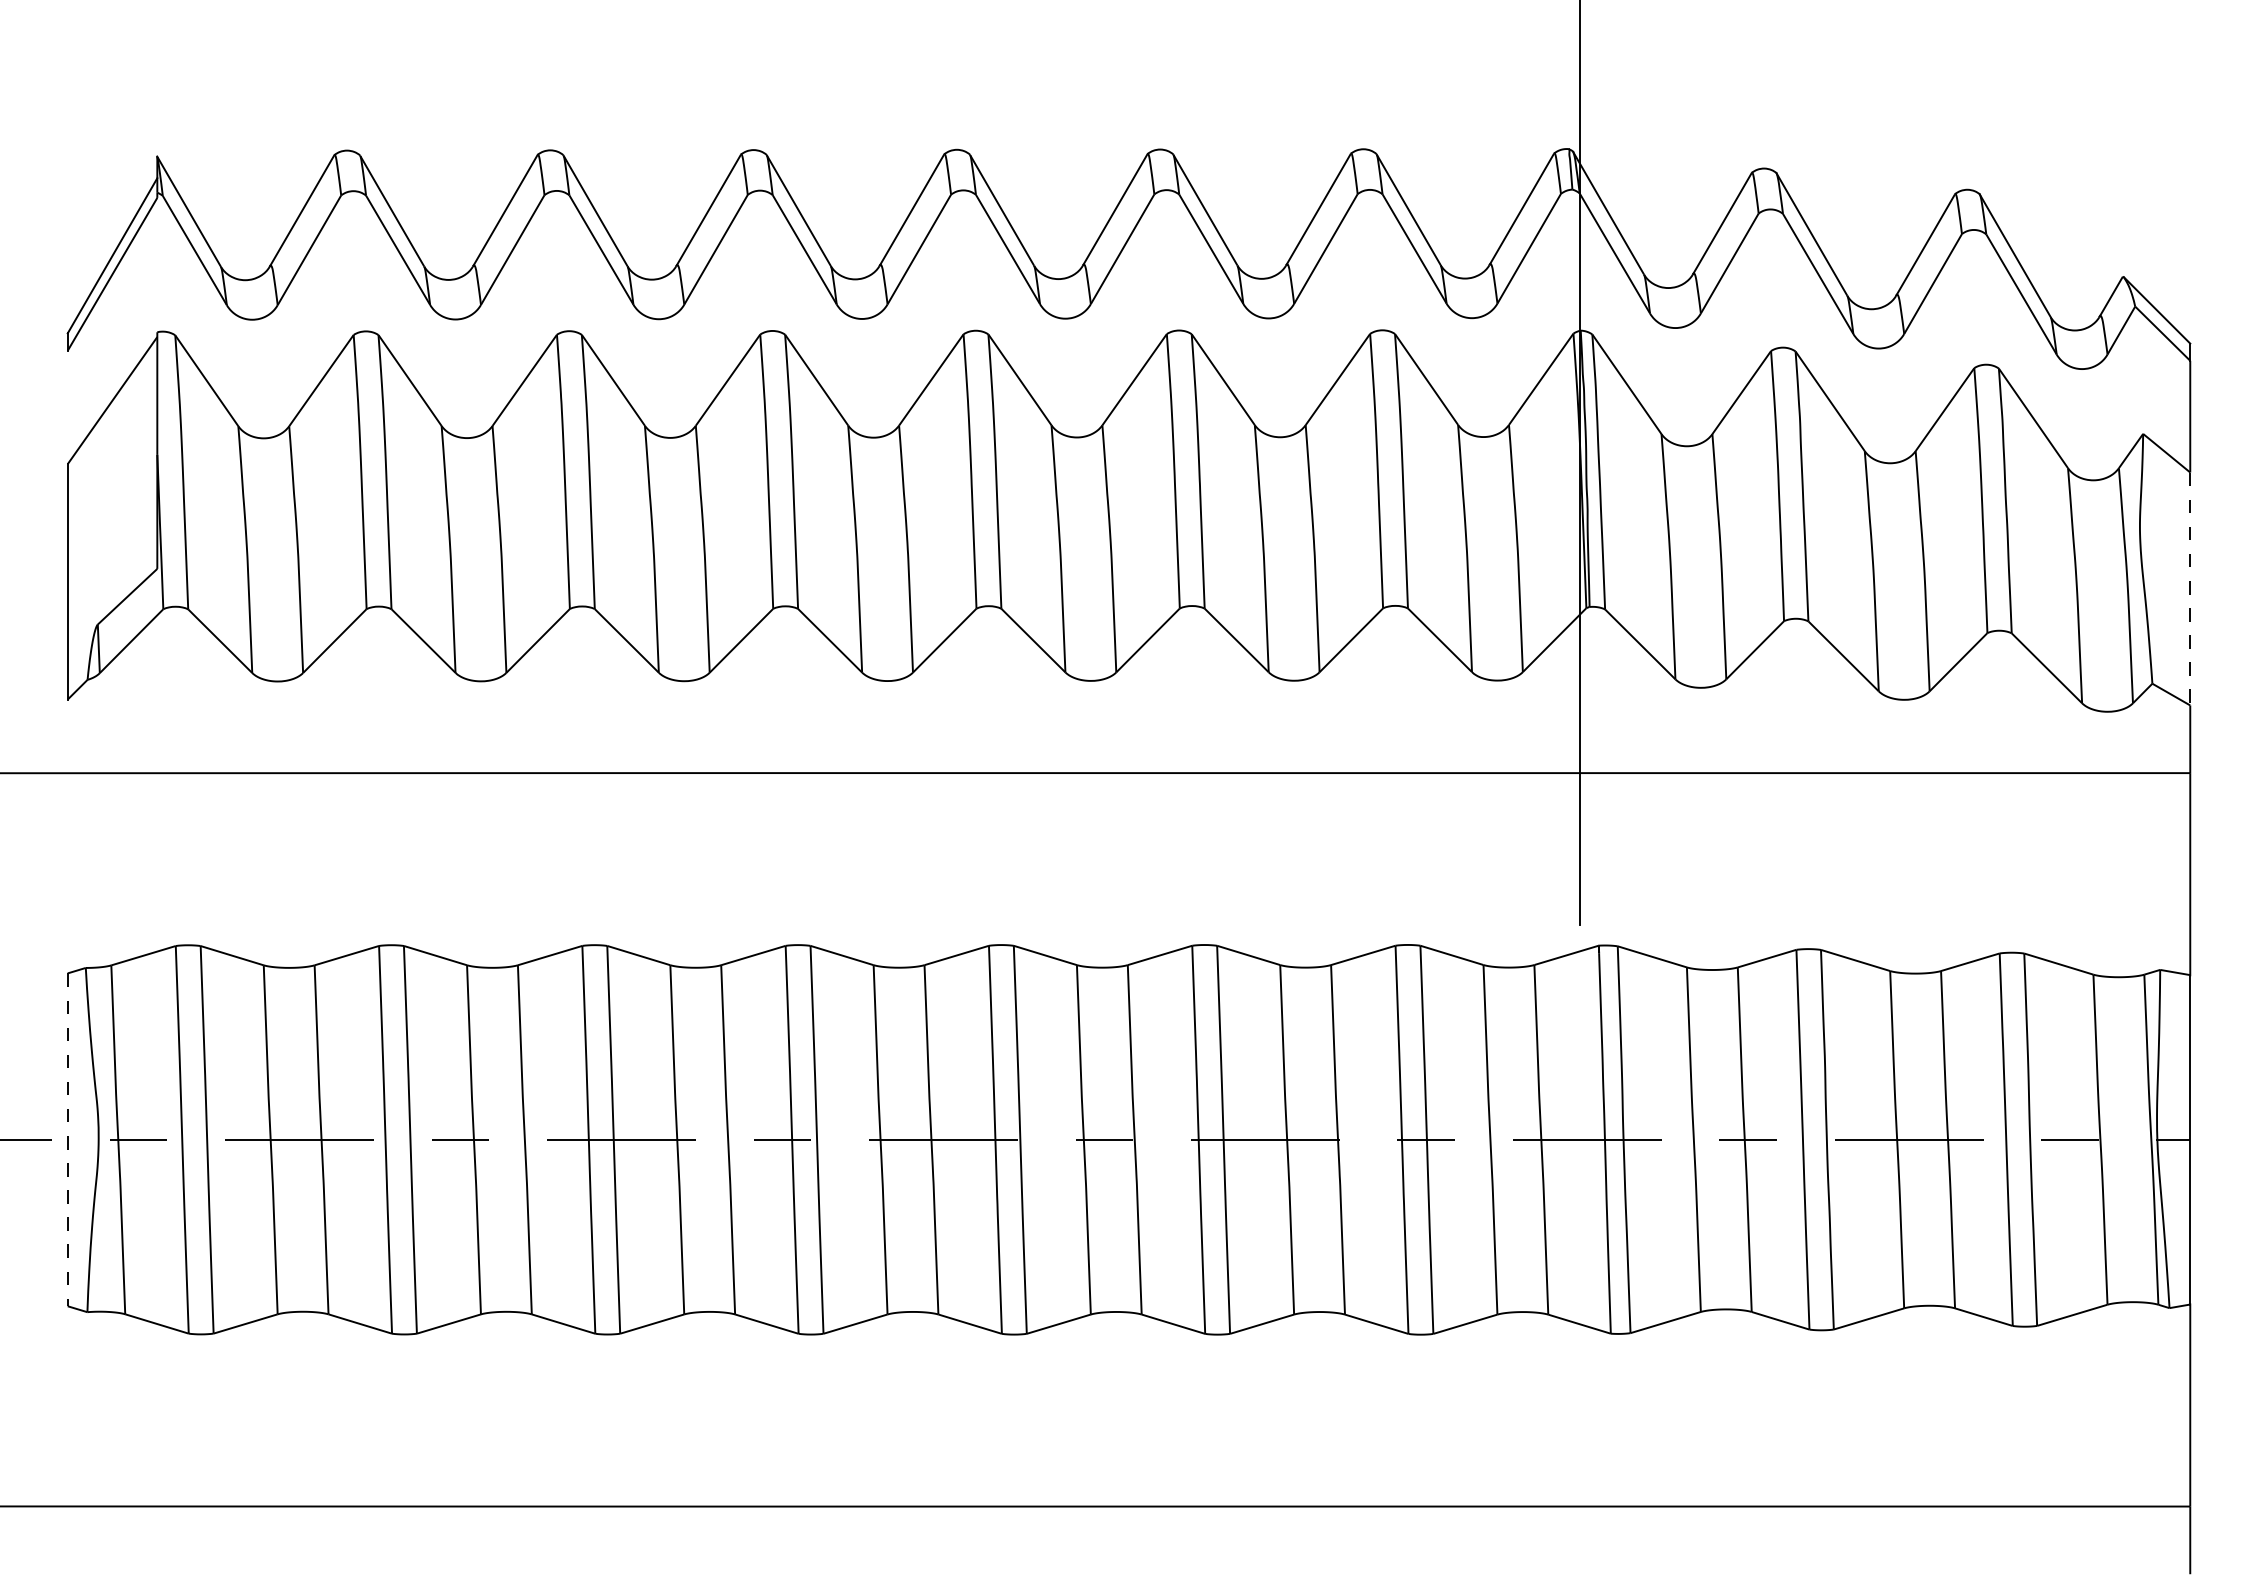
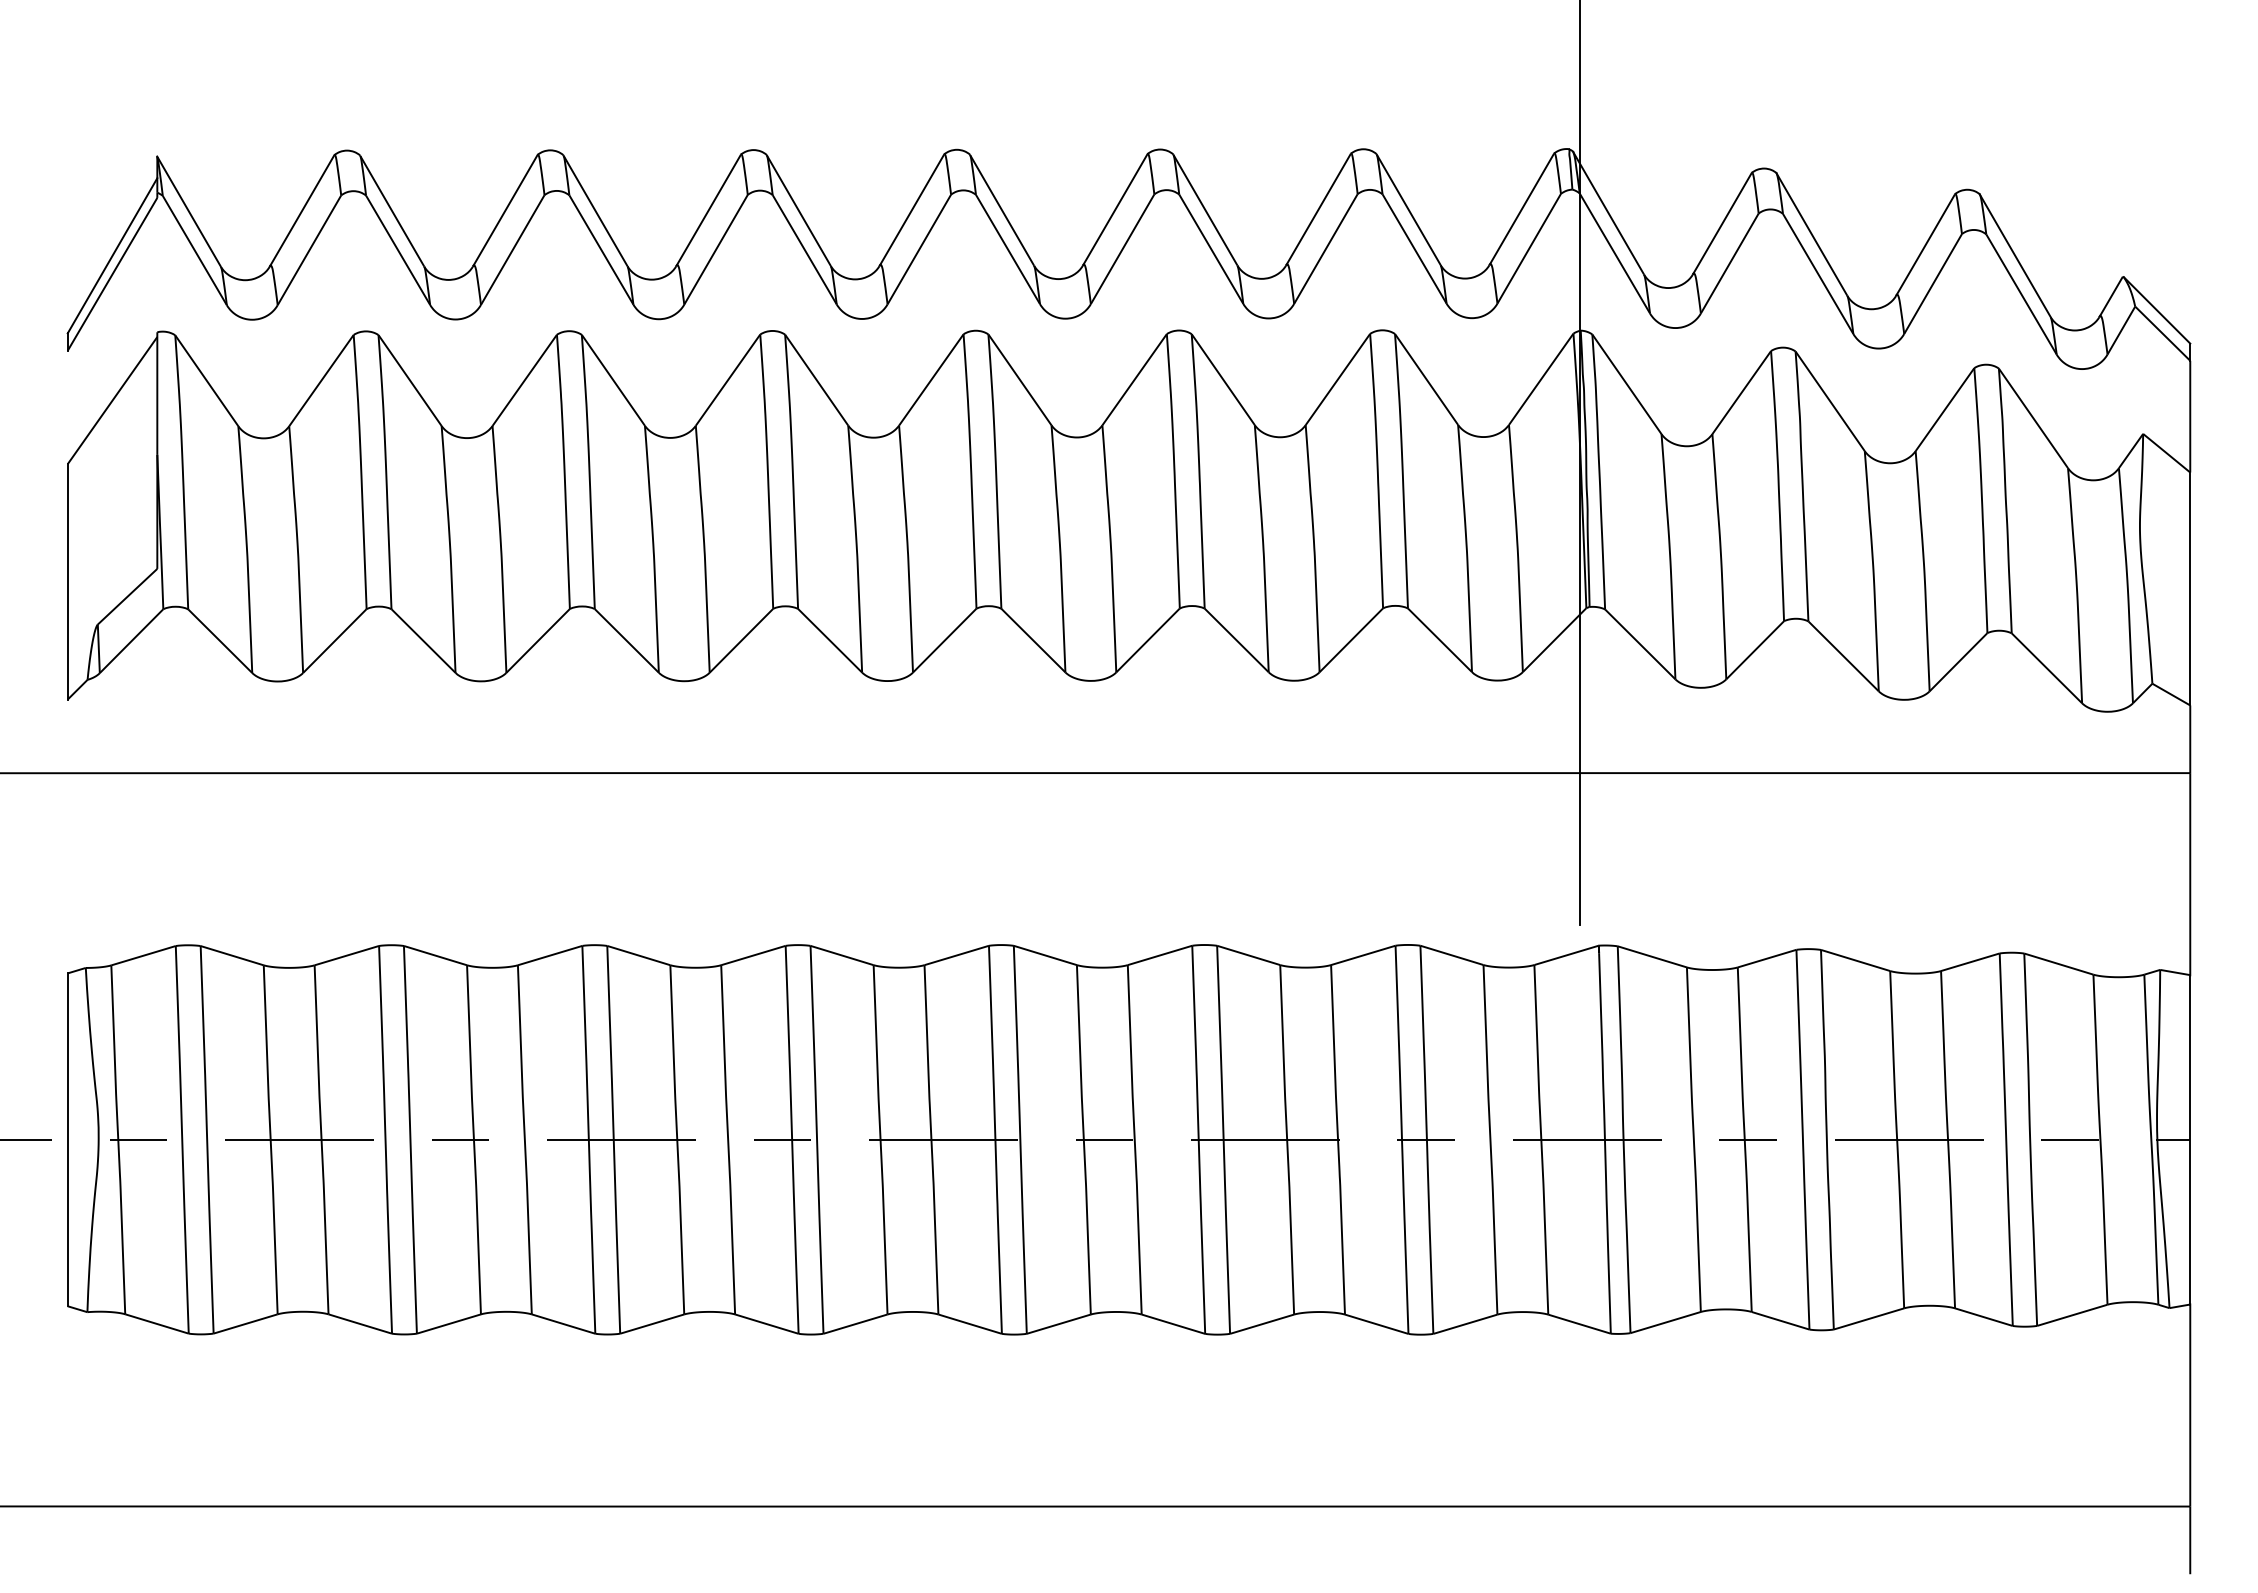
line at (2190, 589): dashed -> solid
line at (67, 1140): dashed -> solid
